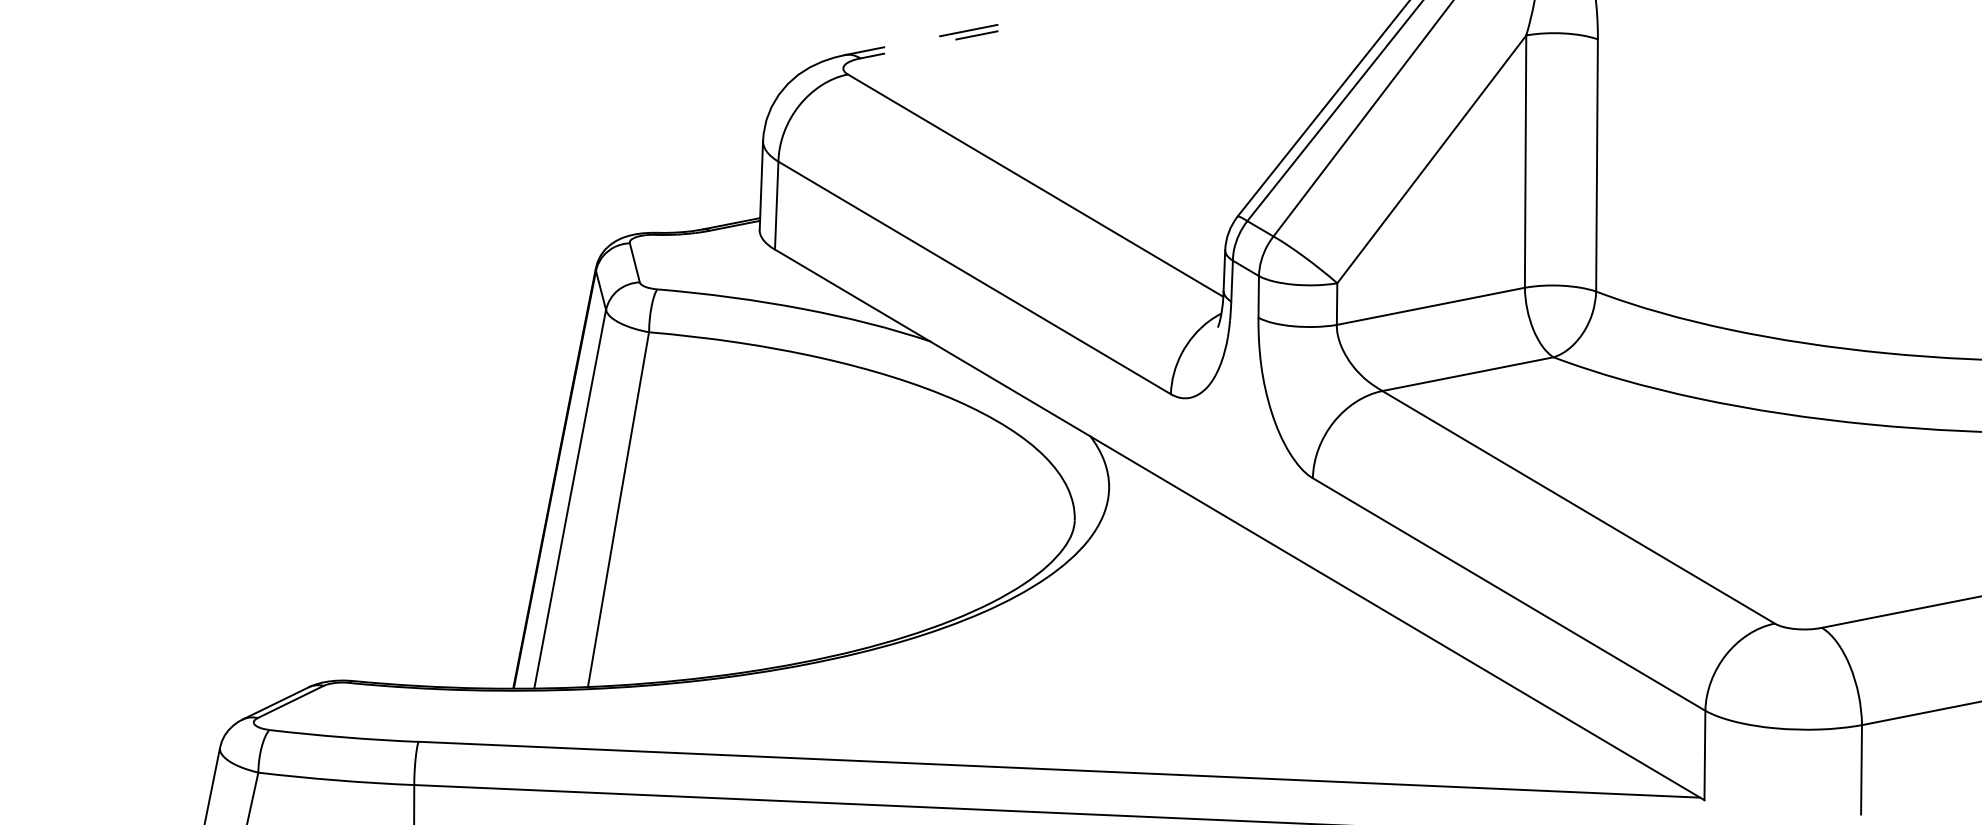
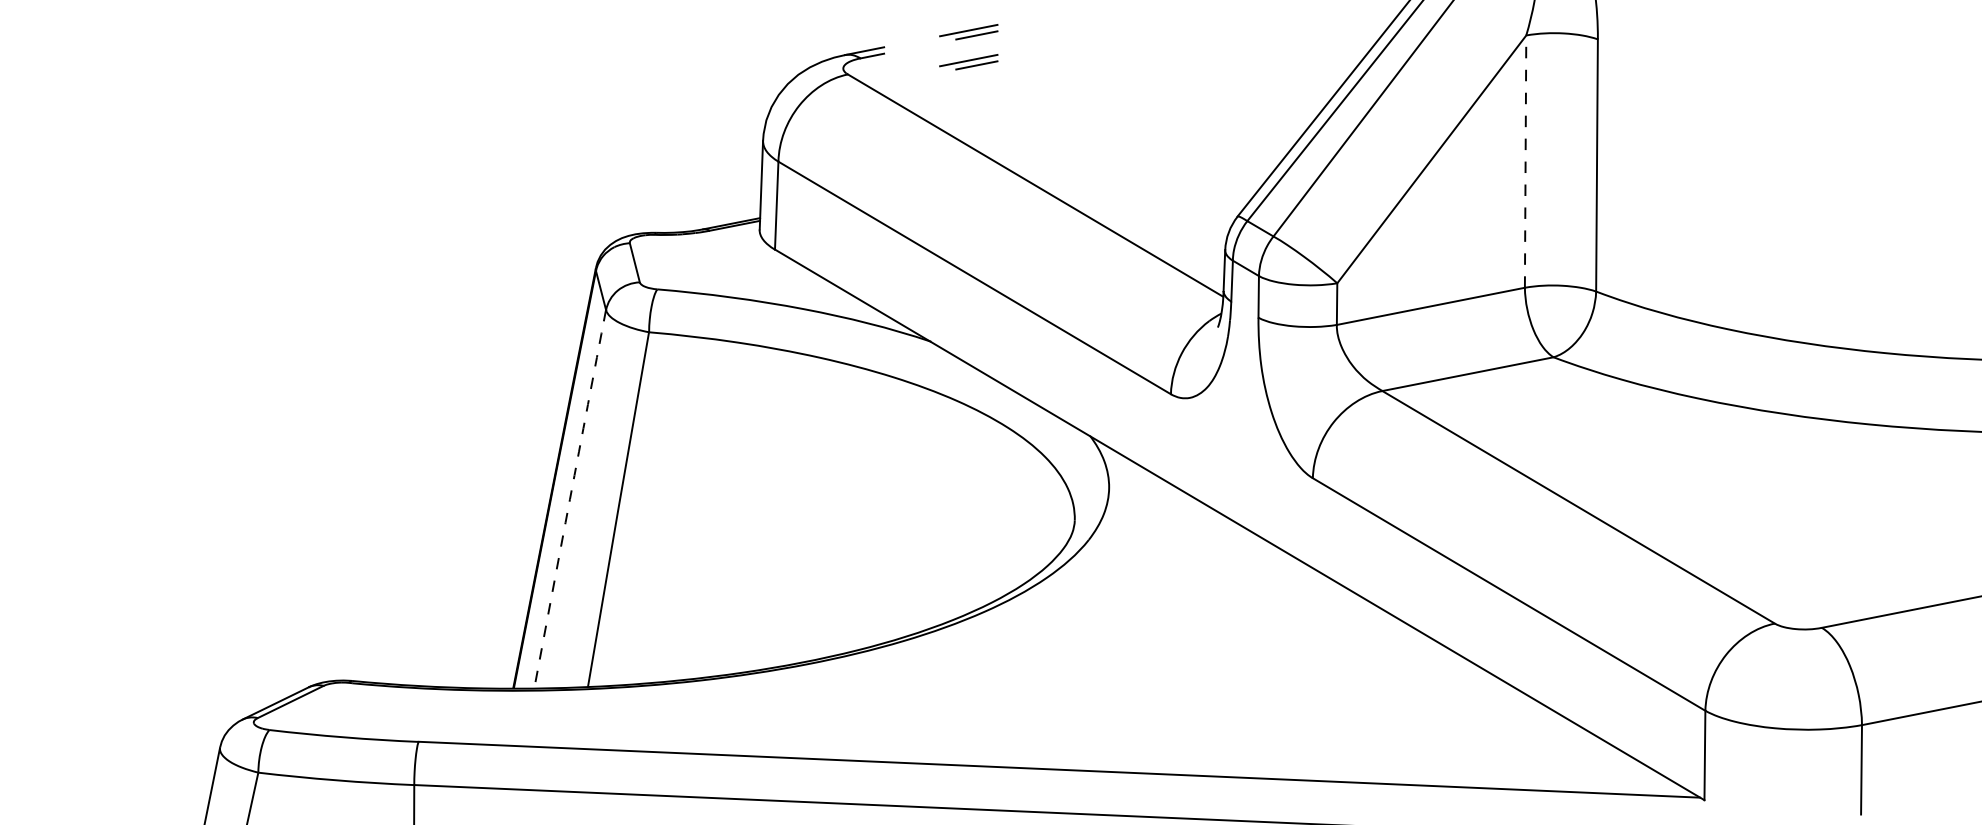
part at (968, 62): none -> present
line at (1525, 161): solid -> dashed
arc at (570, 499): solid -> dashed
